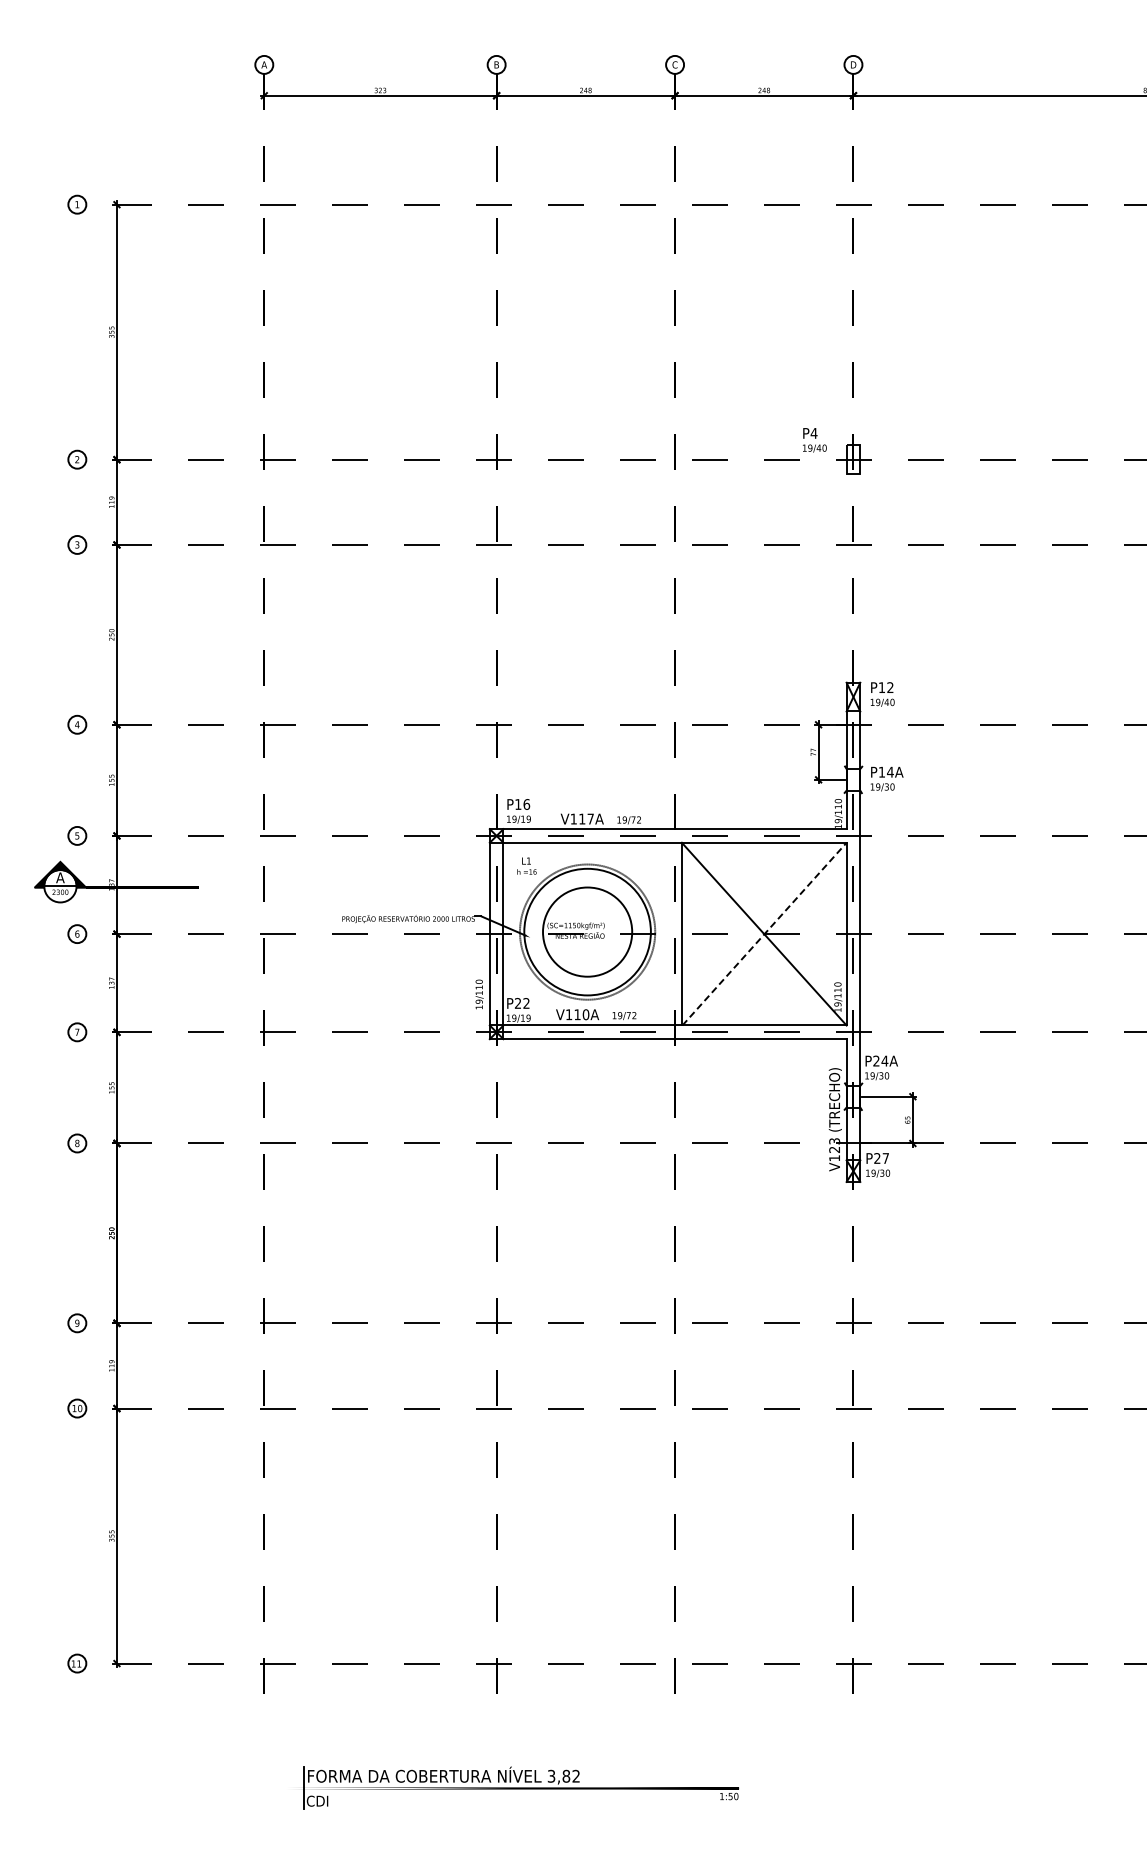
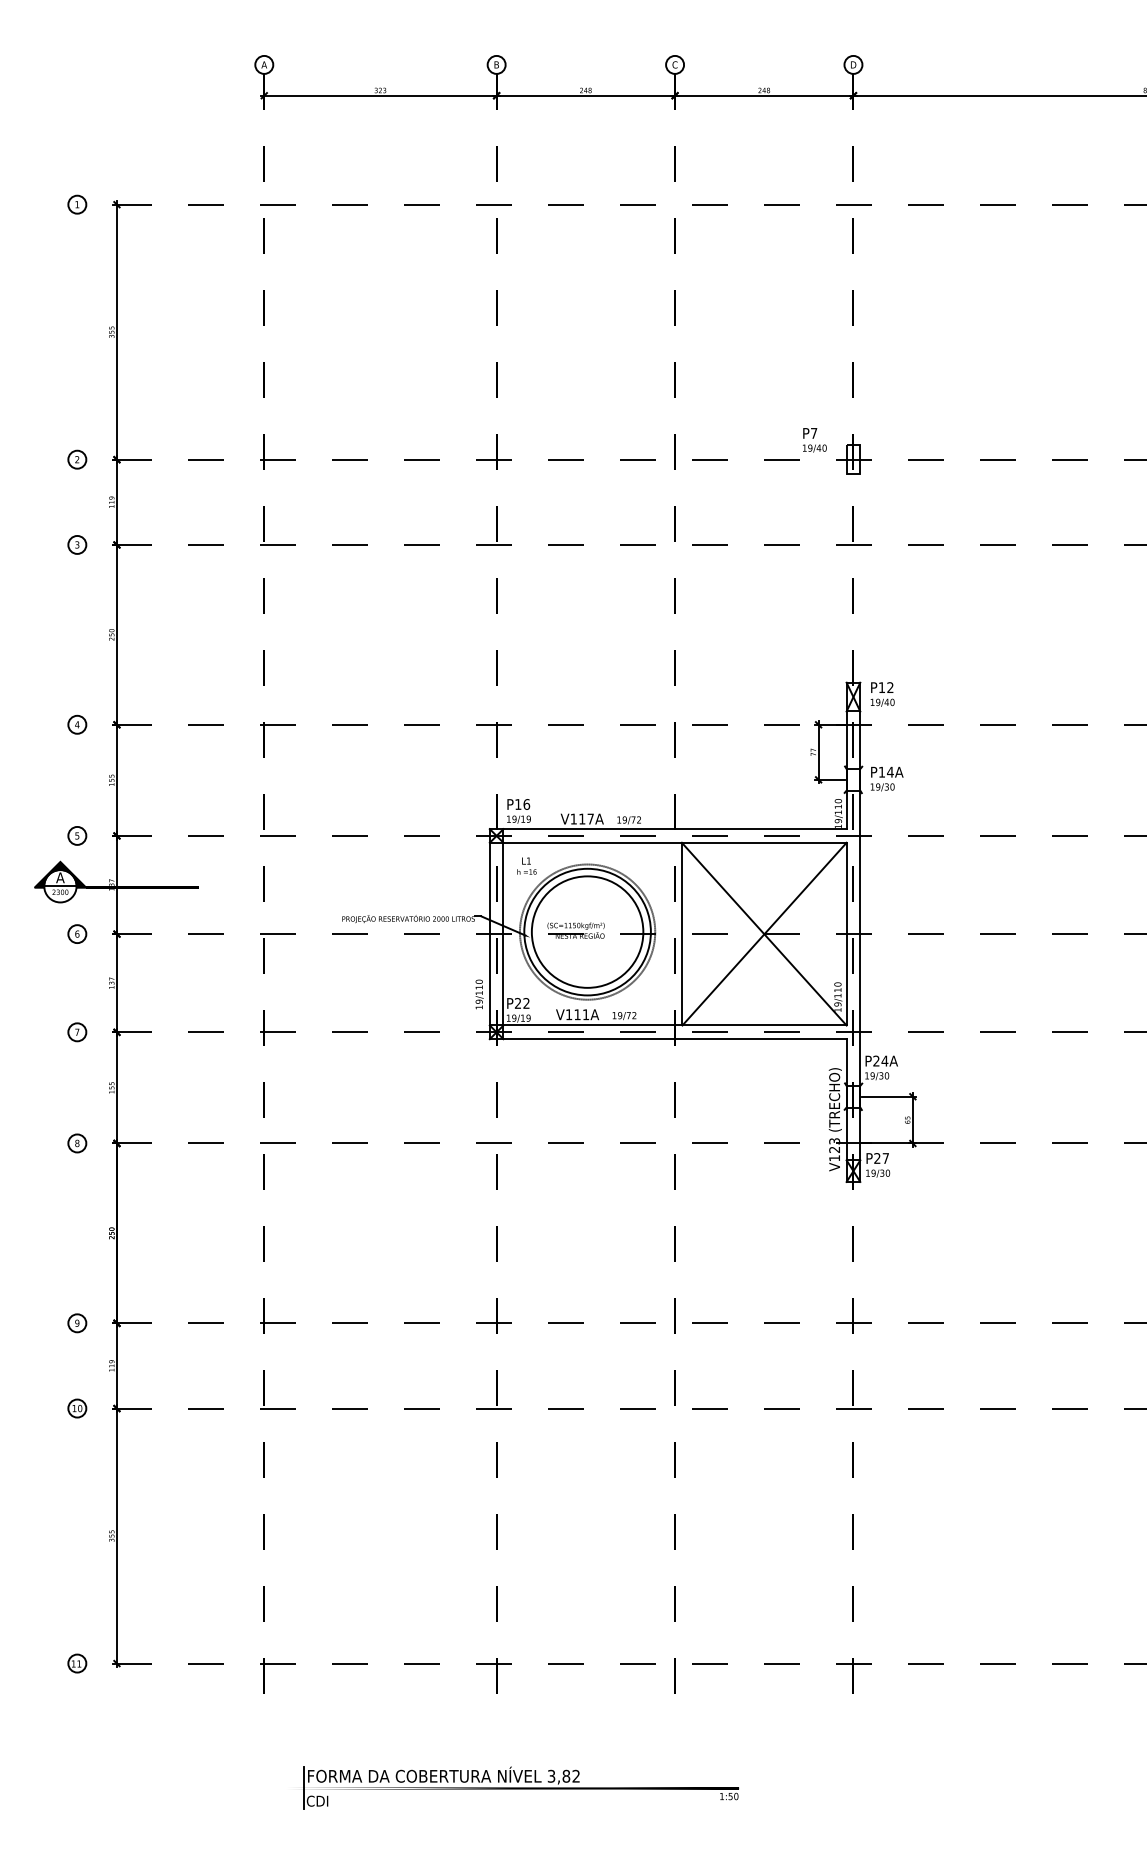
text at (813, 433): P4 -> P7
circle at (587, 931) diameter: 89 px -> 112 px
line at (764, 934): dashed -> solid
text at (585, 1014): V110A -> V111A
